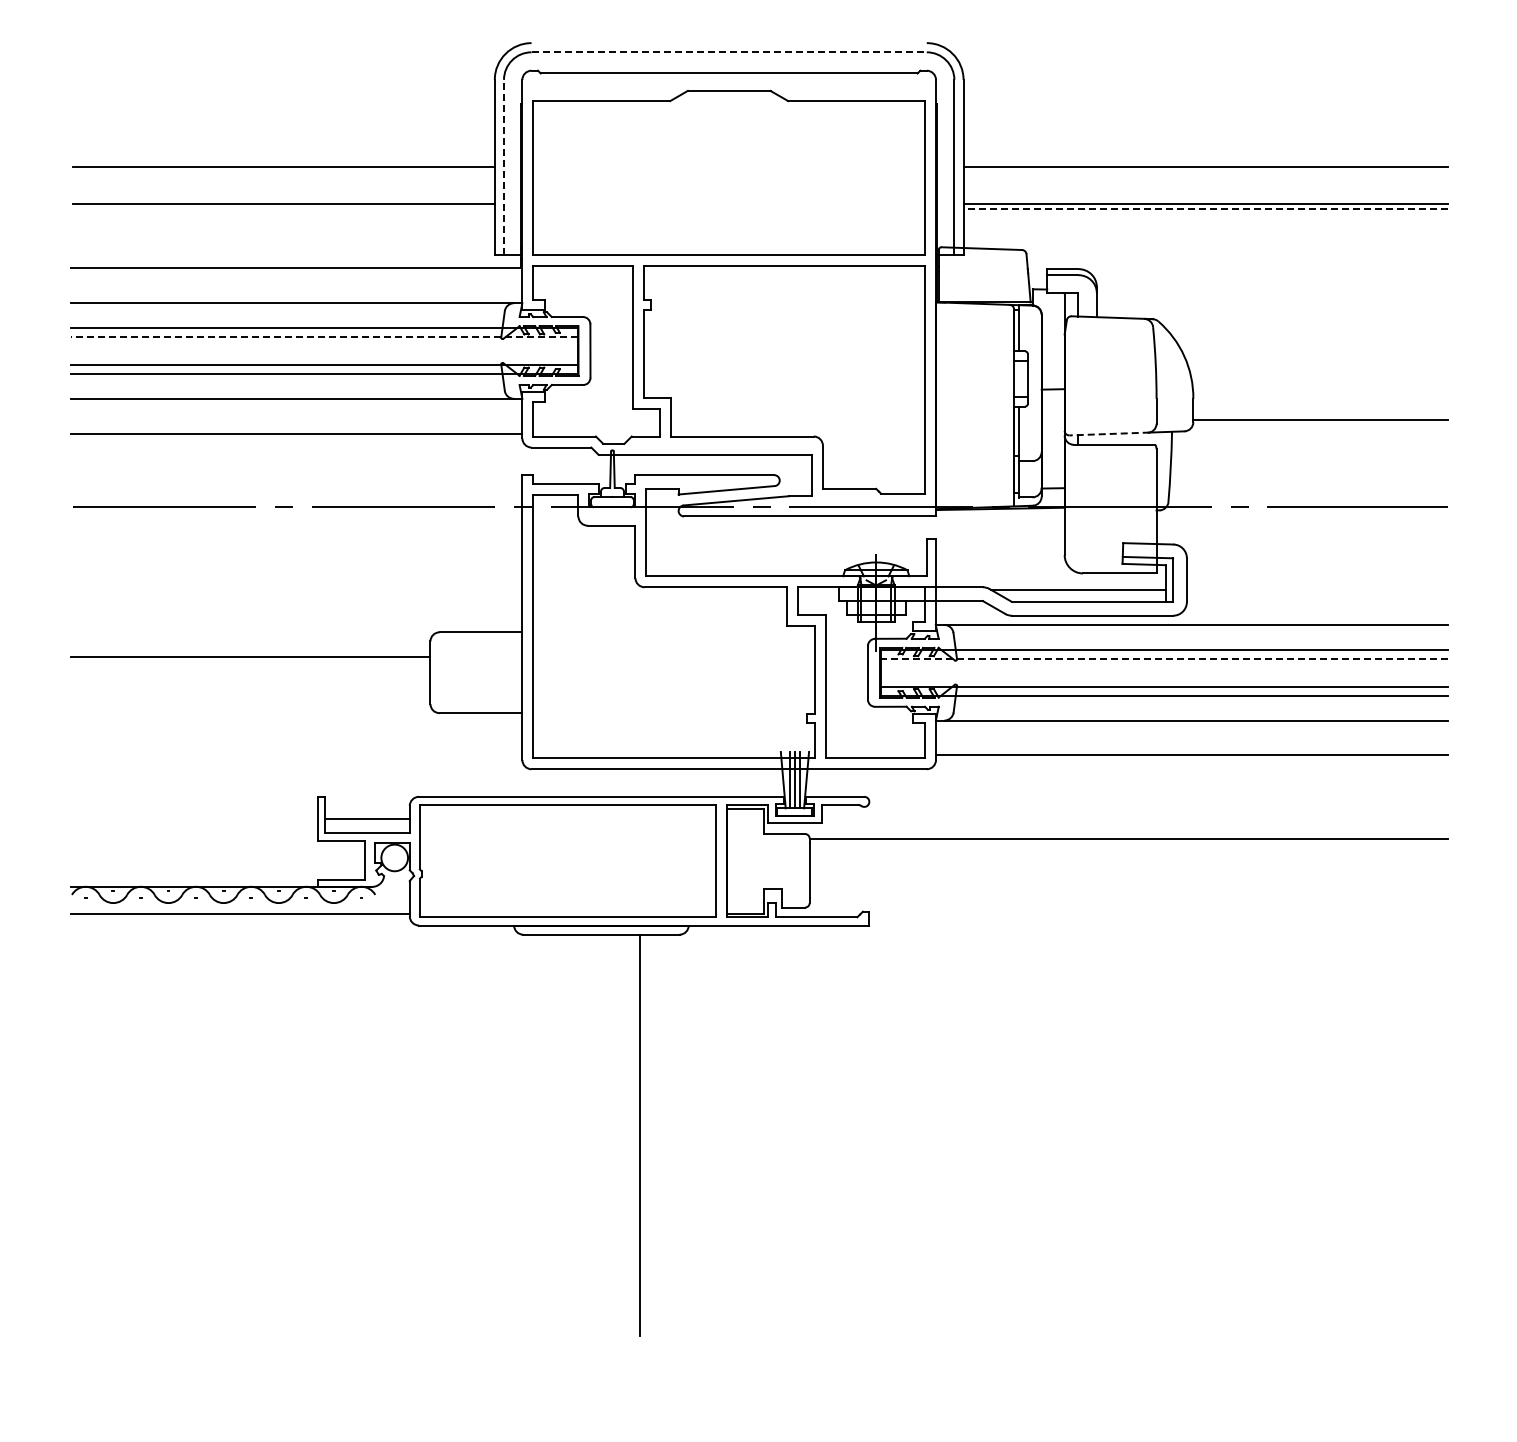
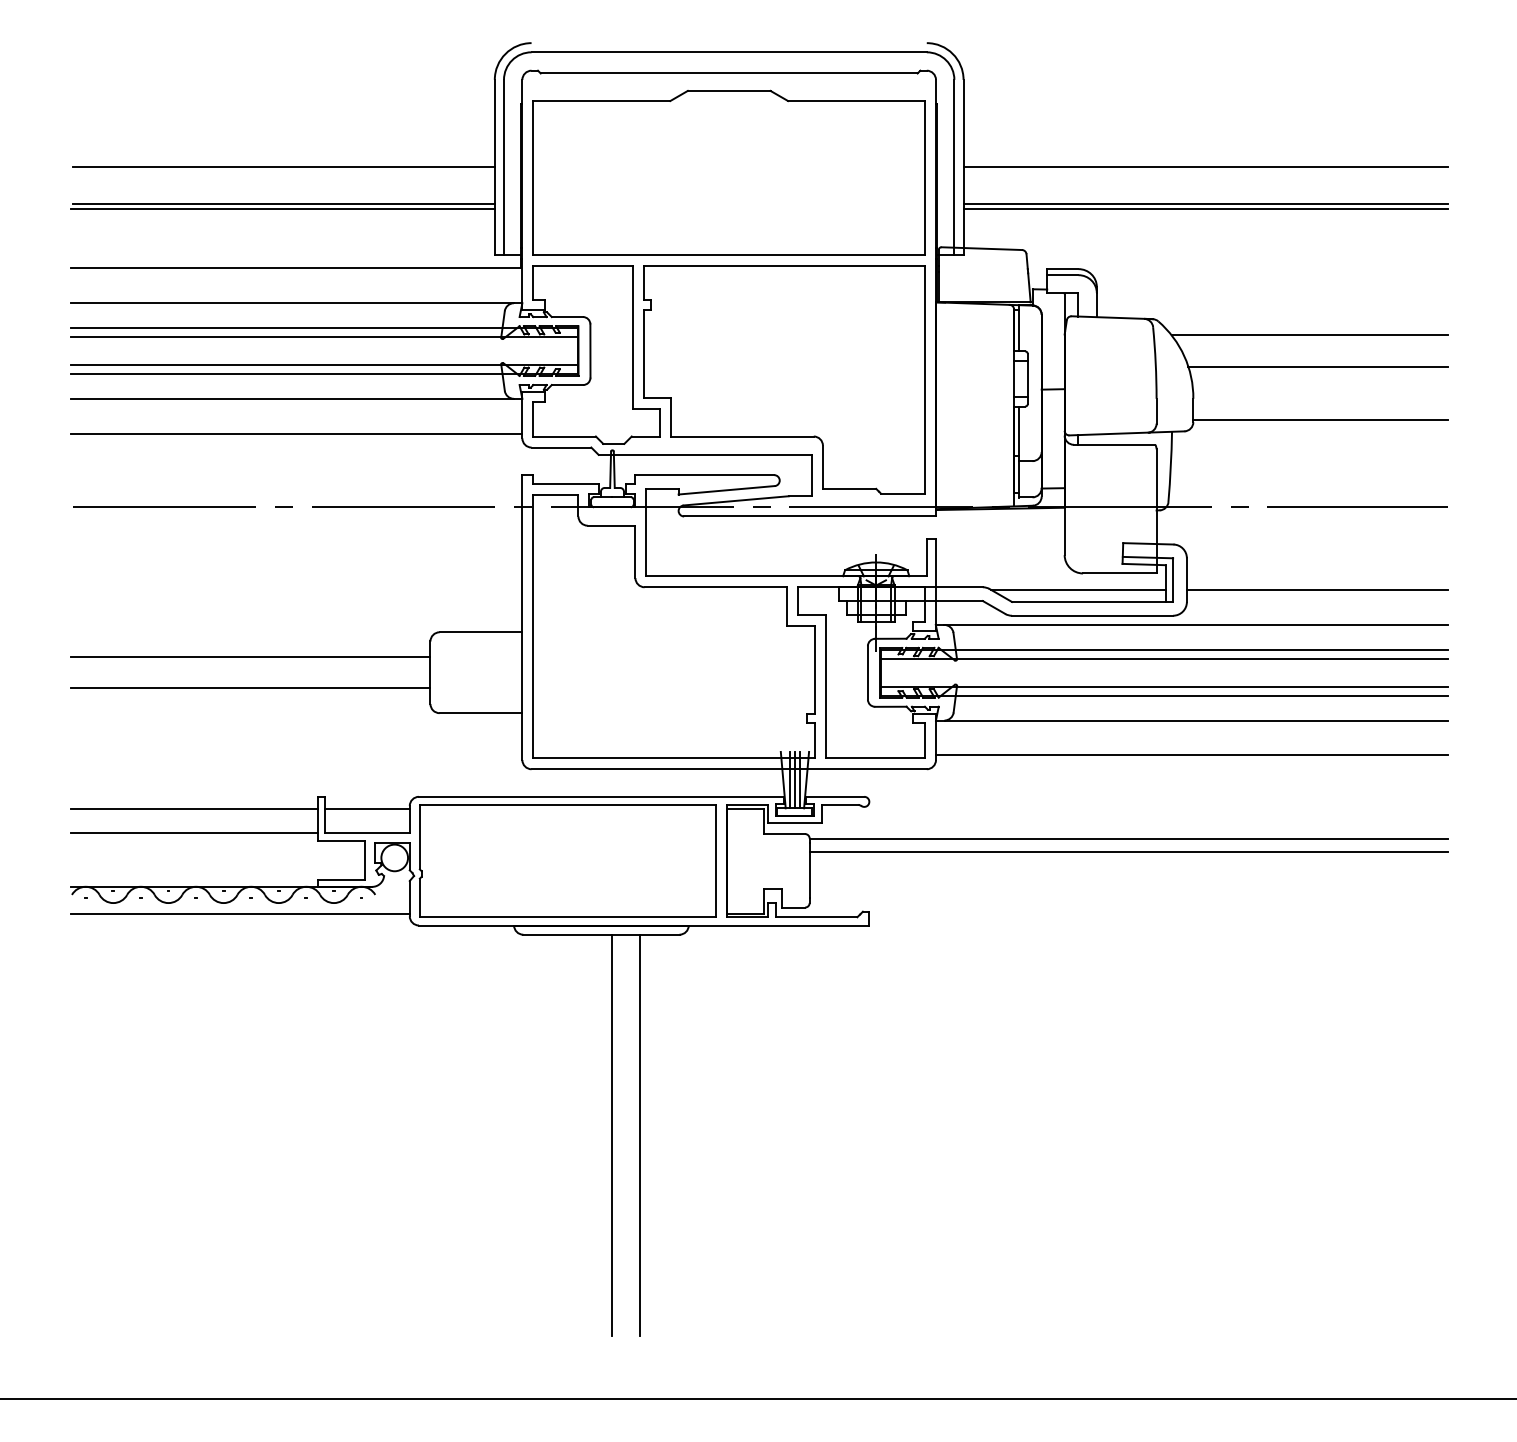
line at (729, 52): dashed -> solid
line at (504, 166): dashed -> solid
line at (282, 208): none -> present
line at (1205, 208): dashed -> solid
line at (1309, 335): none -> present
line at (323, 337): dashed -> solid
line at (1317, 366): none -> present
line at (1109, 434): dashed -> solid
line at (1316, 590): none -> present
line at (1163, 658): dashed -> solid
line at (250, 688): none -> present
line at (193, 808): none -> present
line at (367, 818) position: (367, 818) -> (367, 808)
line at (193, 832): none -> present
line at (1128, 851): none -> present
line at (612, 1135): none -> present
line at (757, 1398): none -> present
